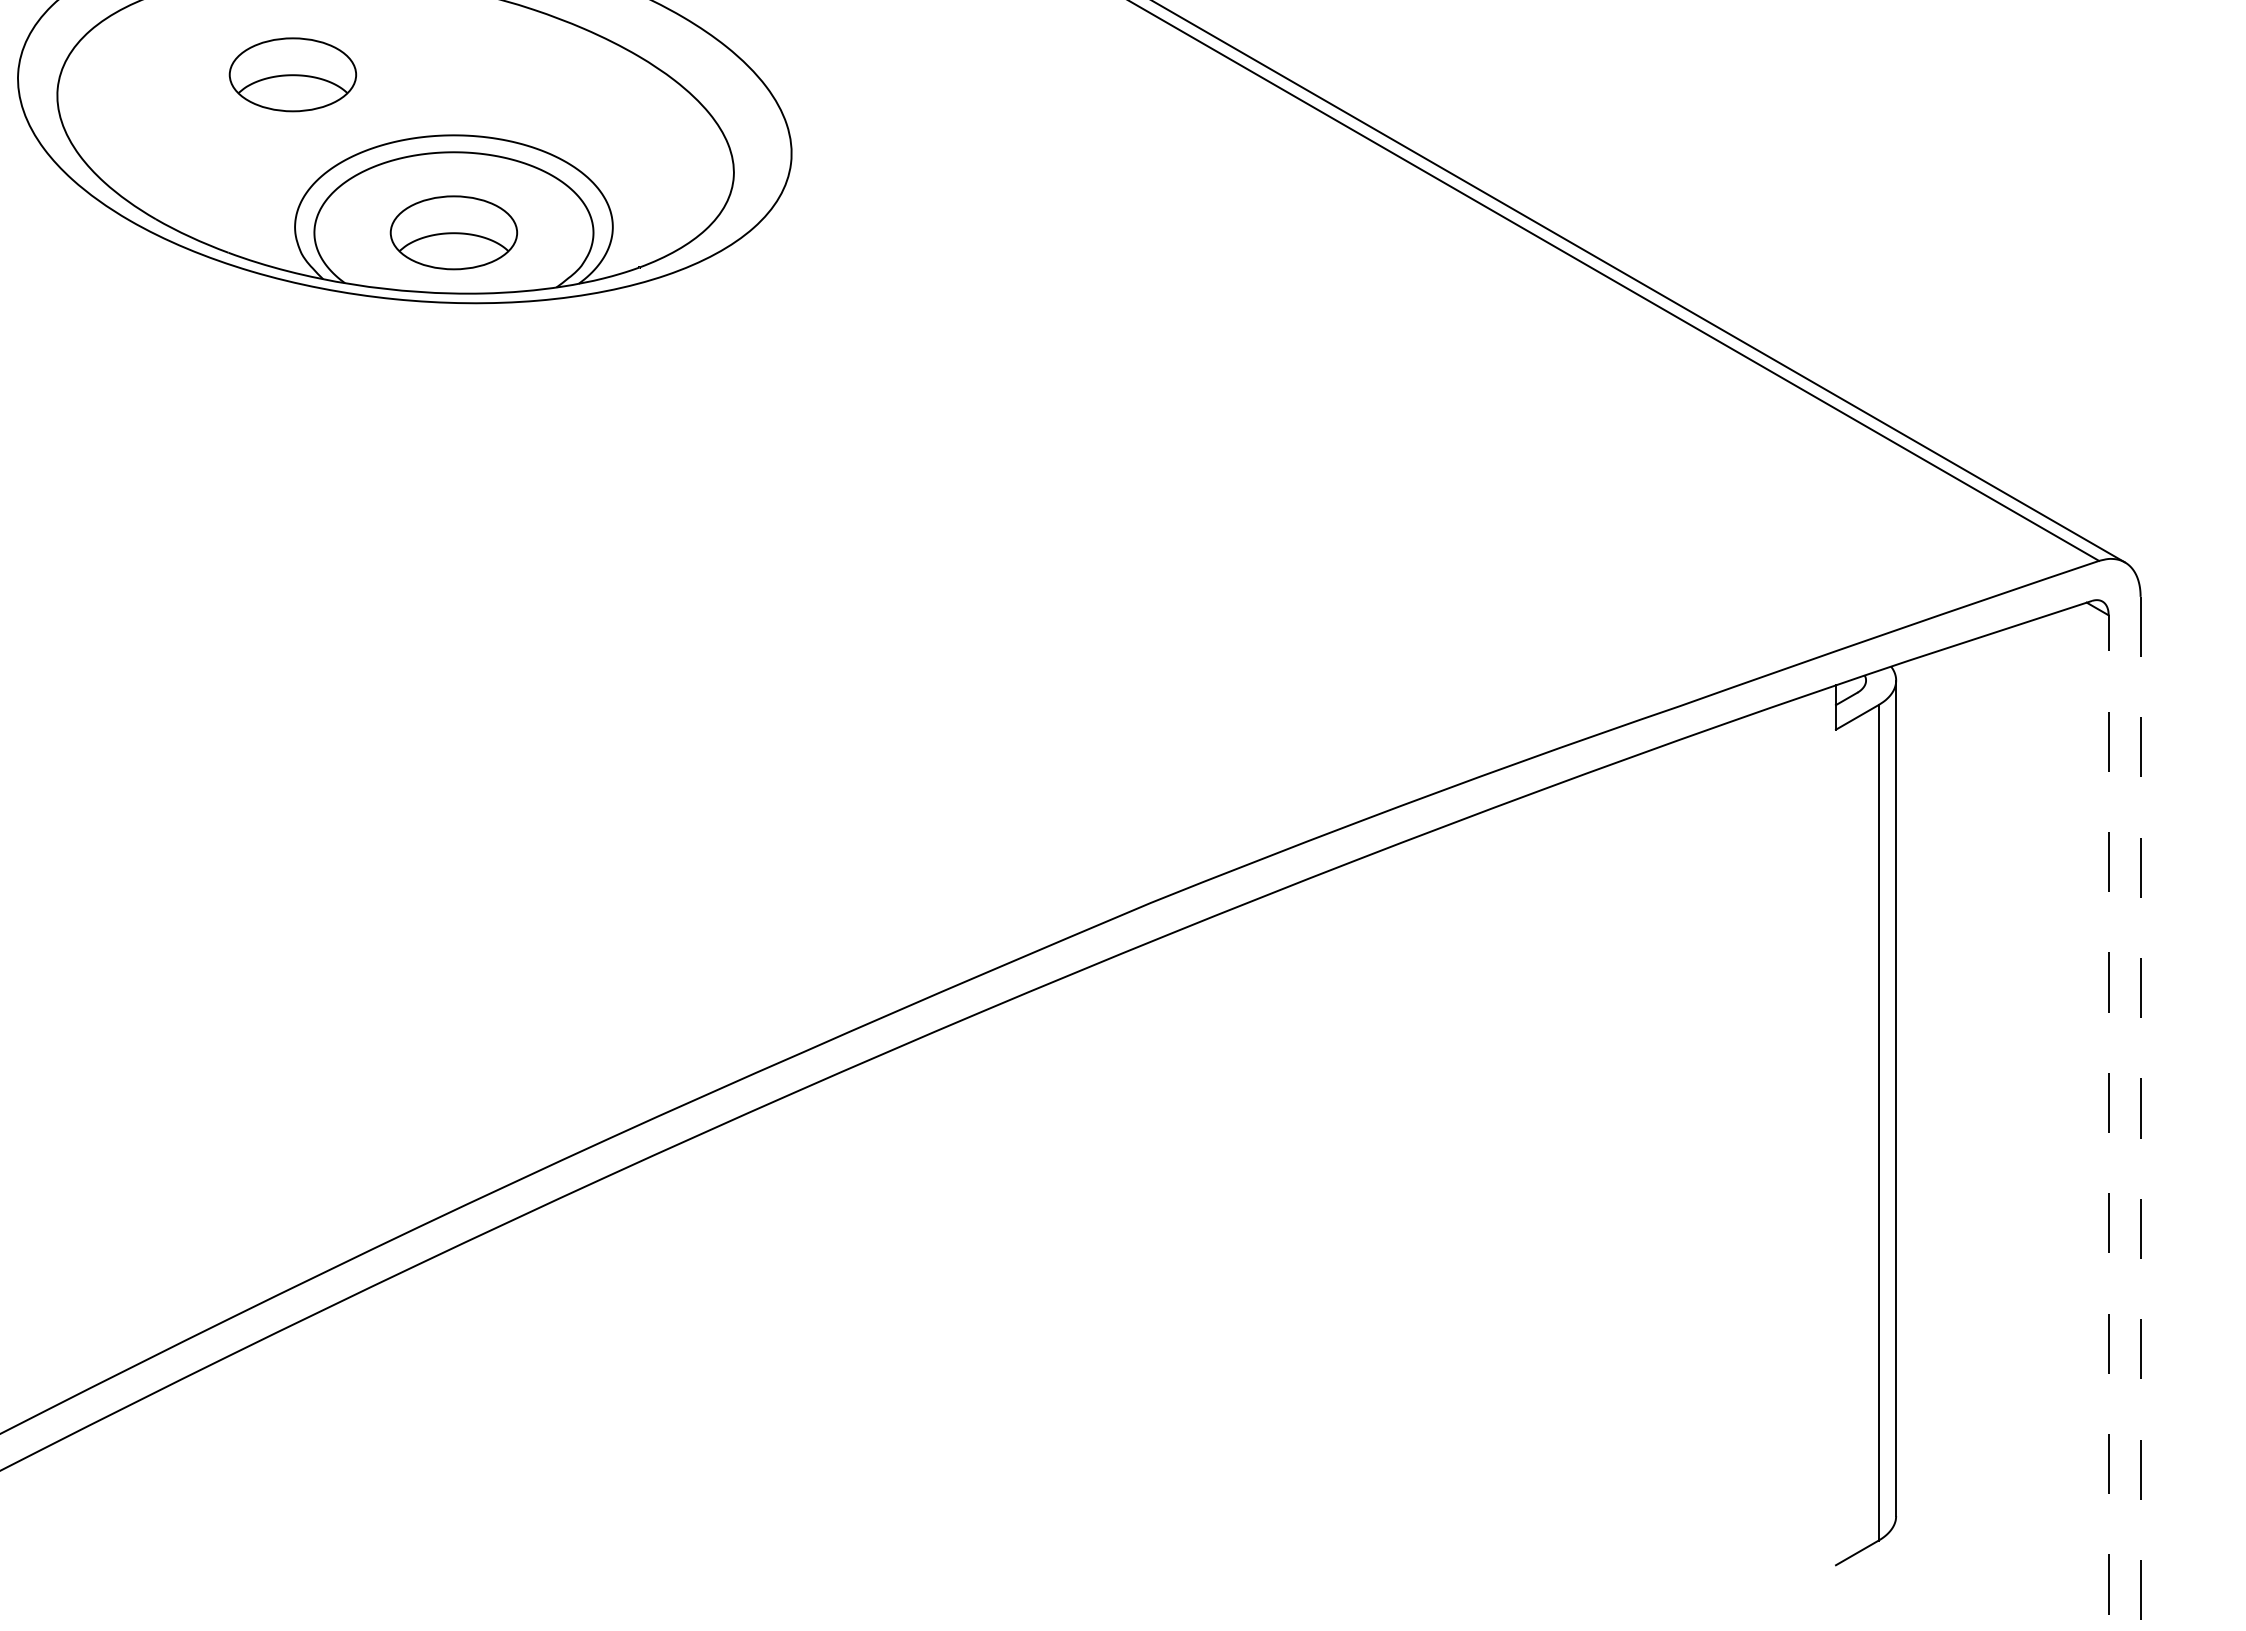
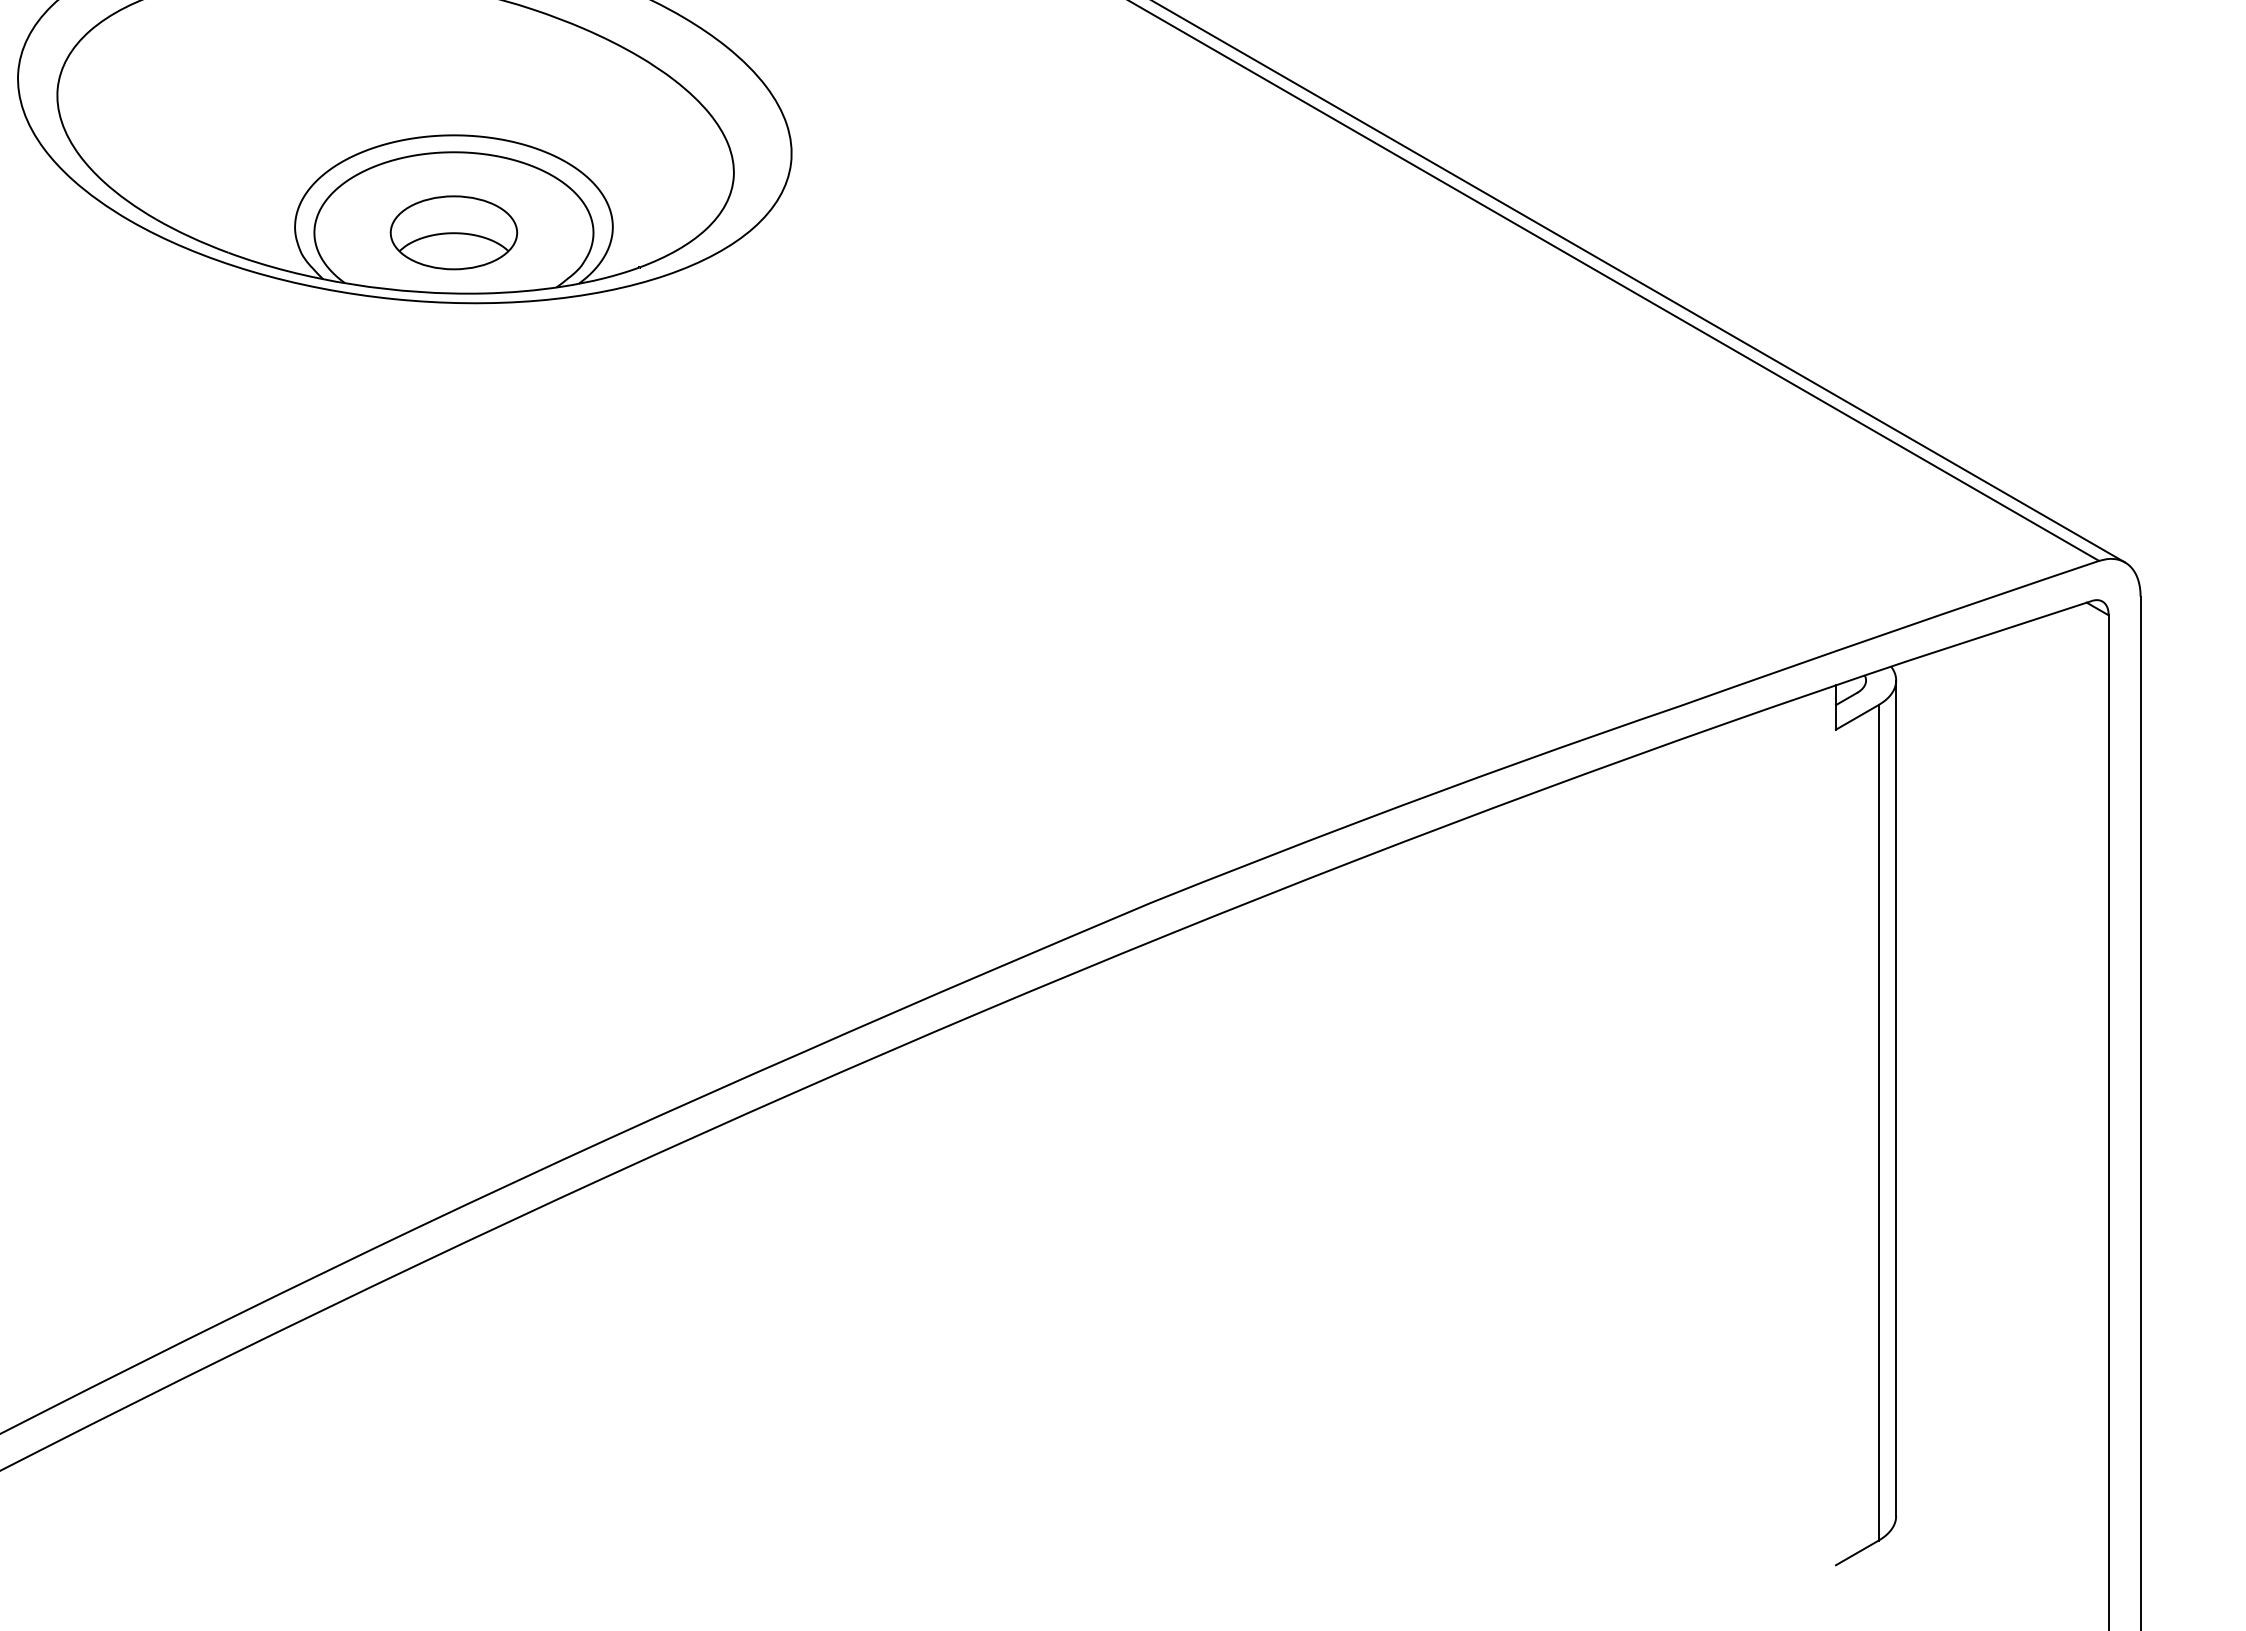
part at (292, 74): present -> none
line at (2140, 1113): dashed -> solid
line at (2108, 1122): dashed -> solid
